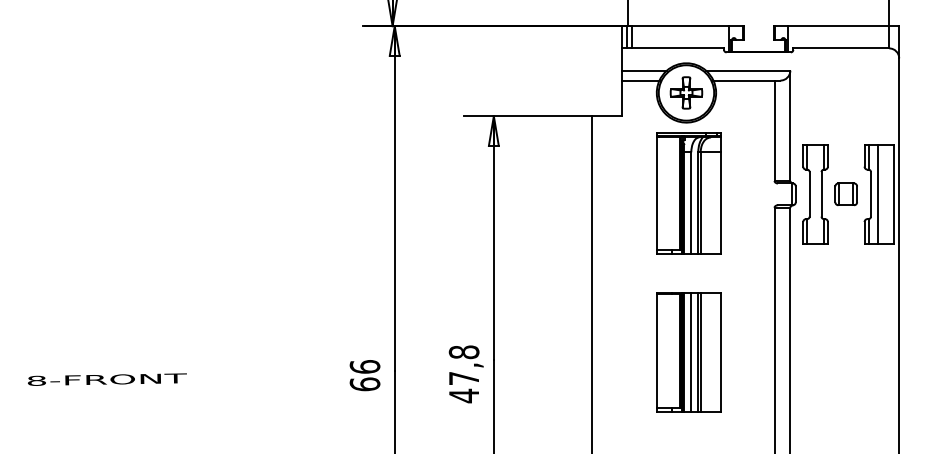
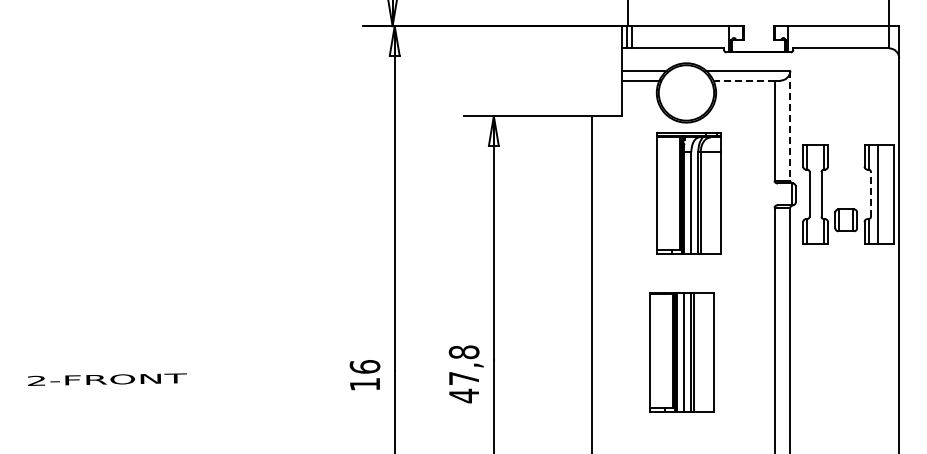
line at (743, 80): solid -> dashed
part at (686, 92): present -> none
line at (790, 126): solid -> dashed
line at (870, 193): solid -> dashed
part at (845, 194) position: (845, 194) -> (845, 220)
part at (688, 352) position: (688, 352) -> (681, 352)
text at (36, 380): 8-FRONT -> 2-FRONT
text at (364, 384): 66 -> 16
